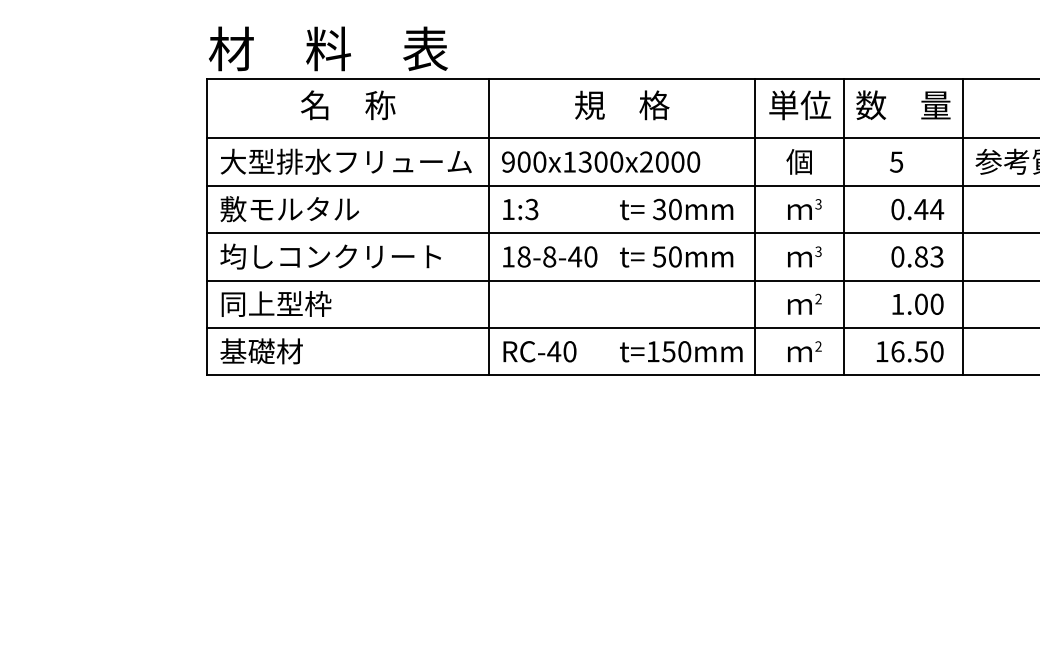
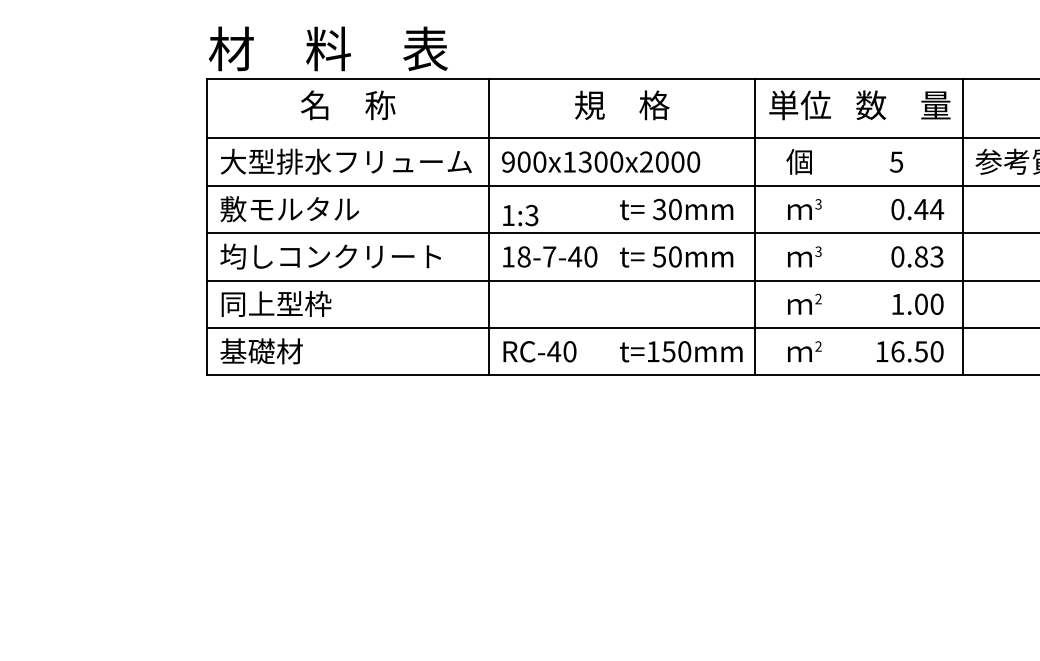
text at (520, 209) position: (520, 209) -> (520, 215)
line at (844, 227): present -> none
text at (549, 256): 18-8-40 -> 18-7-40
